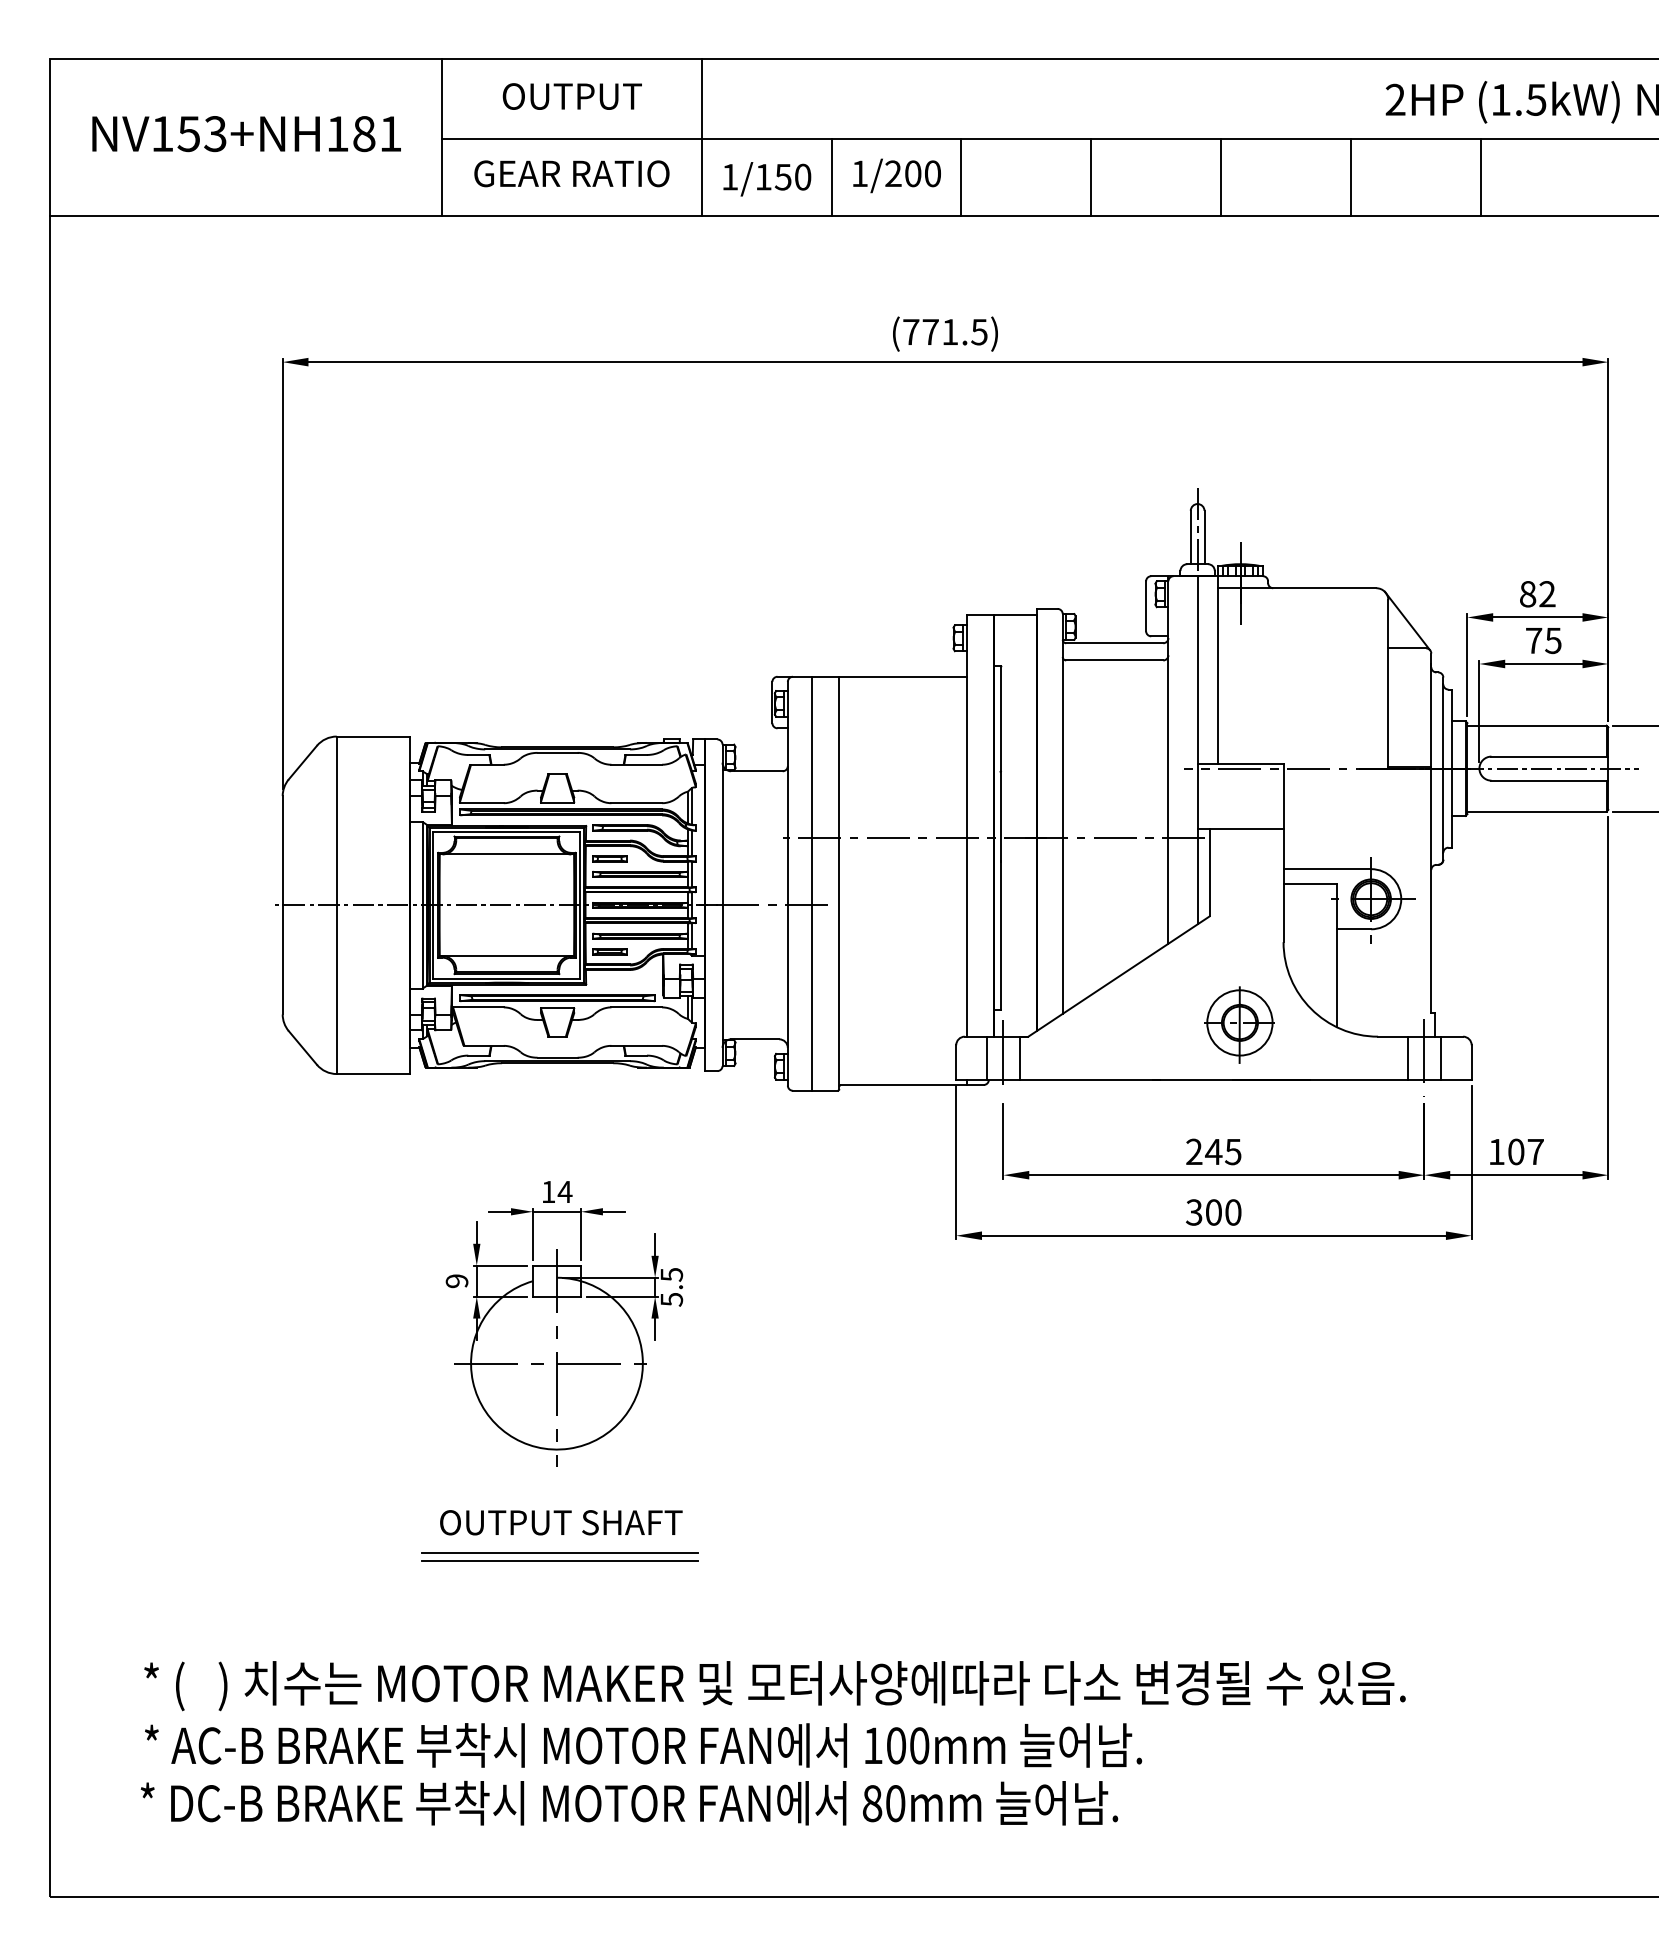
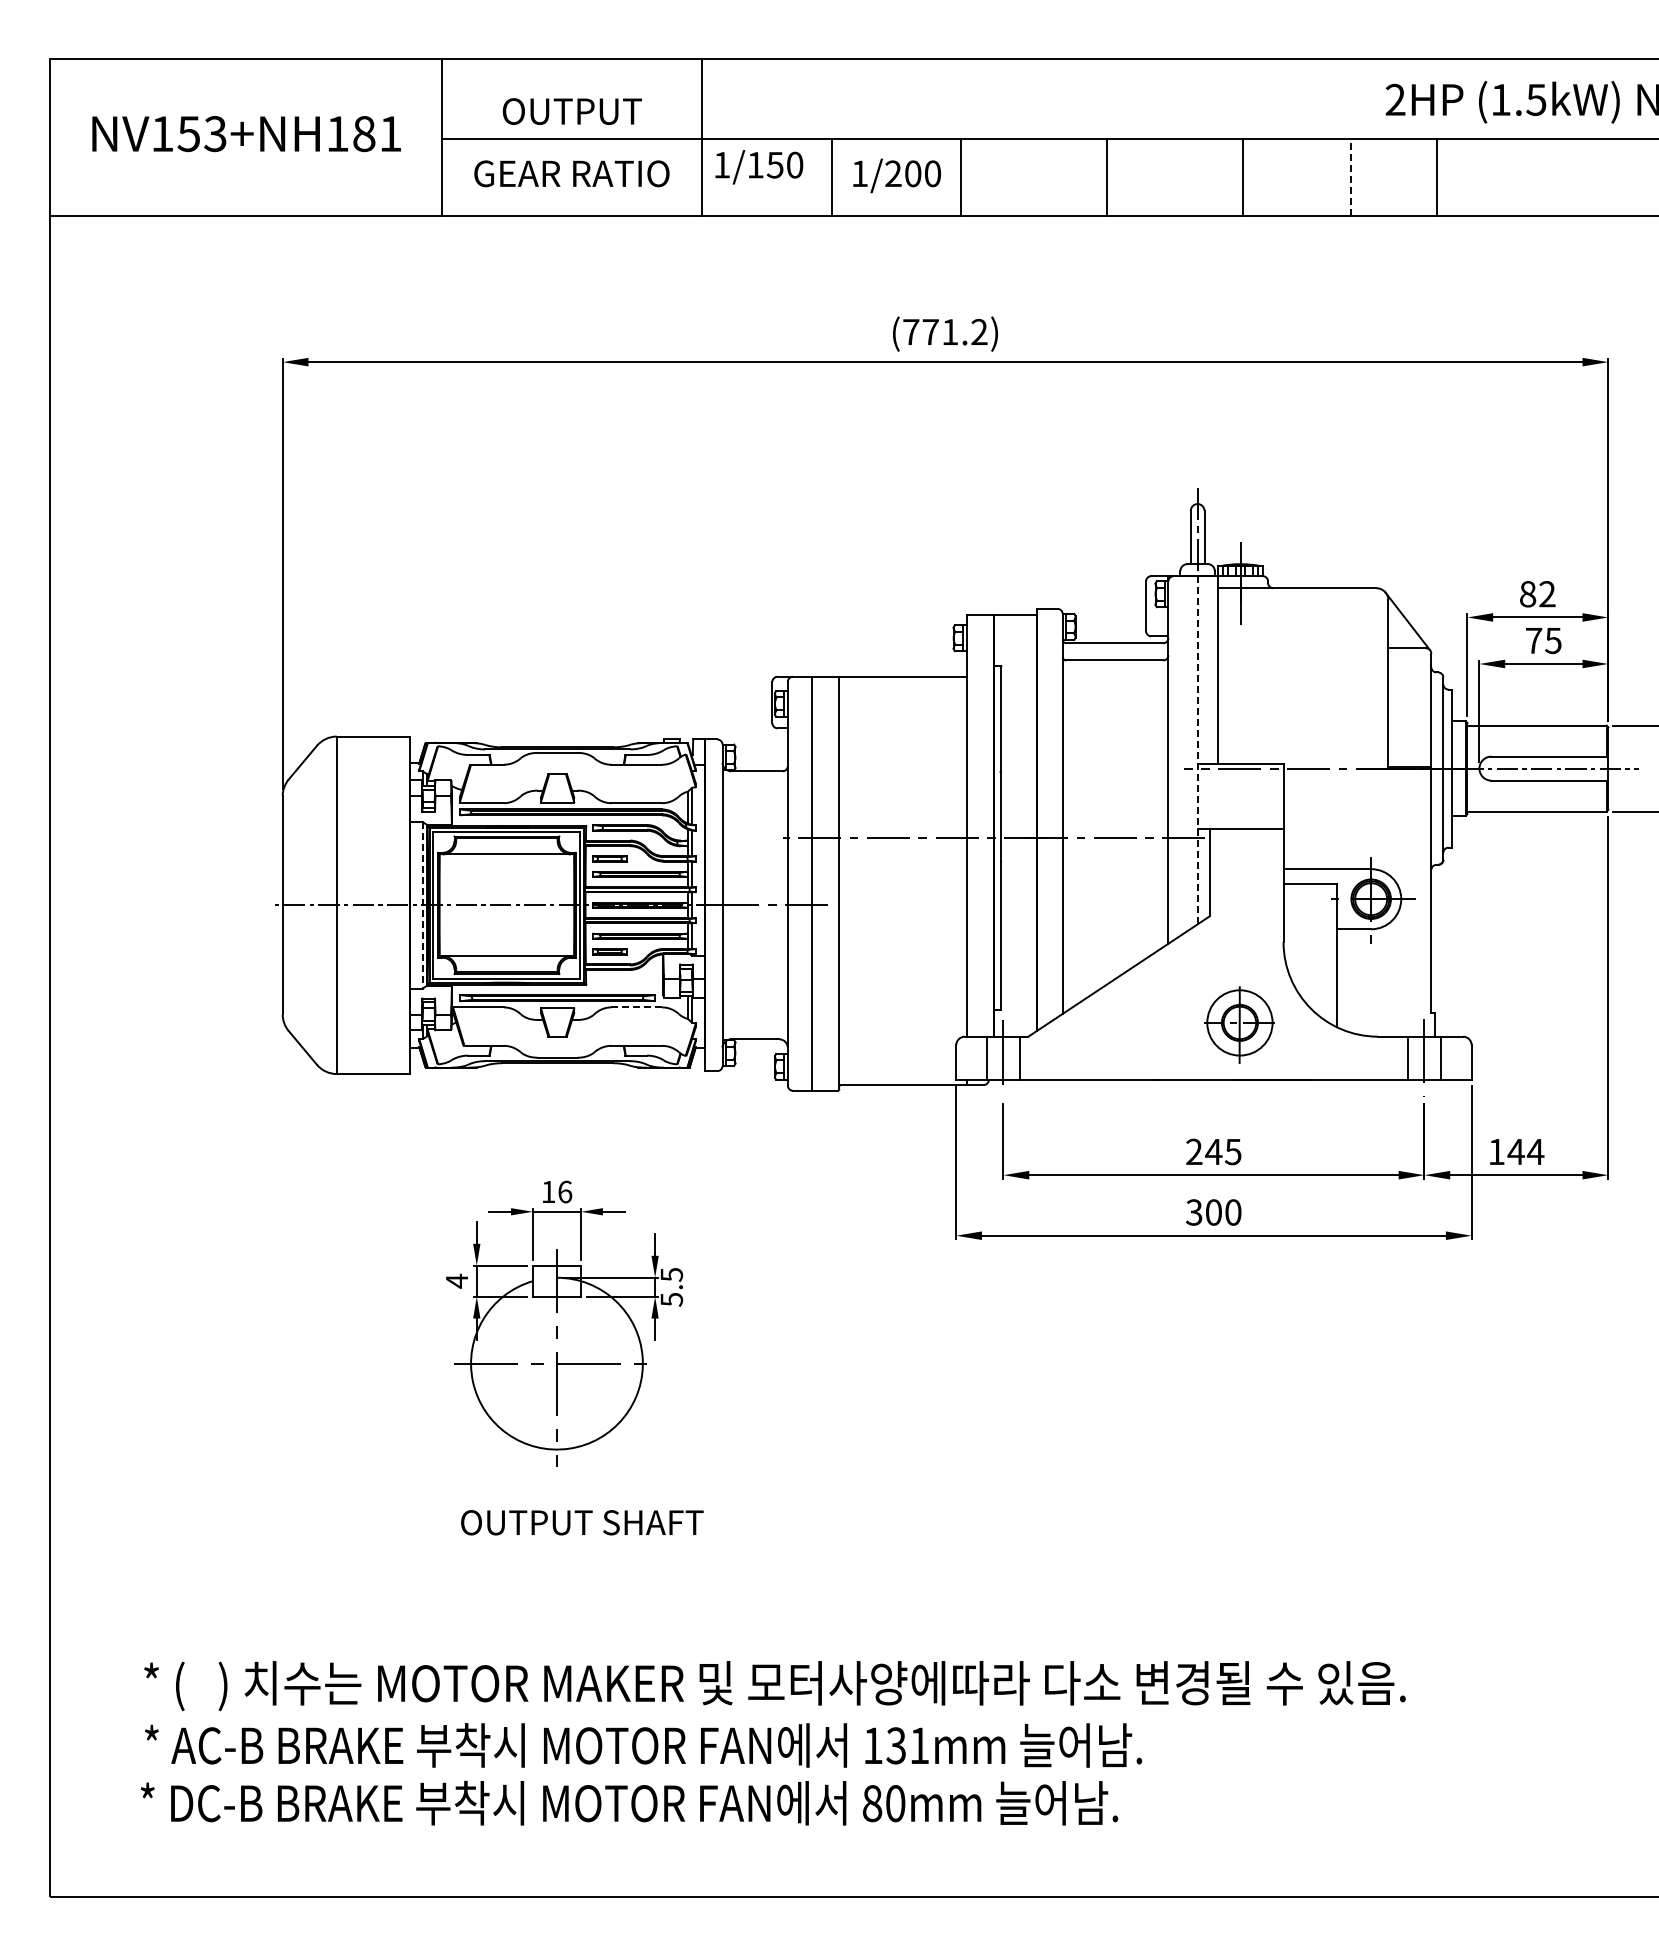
text at (571, 96) position: (571, 96) -> (571, 111)
line at (1091, 176) position: (1091, 176) -> (1107, 176)
line at (1221, 176) position: (1221, 176) -> (1243, 176)
line at (1480, 176) position: (1480, 176) -> (1436, 176)
line at (1350, 177): solid -> dashed
text at (767, 179) position: (767, 179) -> (759, 167)
text at (979, 331): (771.5) -> (771.2)
line at (1197, 750): solid -> dashed
line at (422, 905): solid -> dashed
line at (636, 1007): solid -> dashed
text at (1525, 1151): 107 -> 144
text at (564, 1191): 14 -> 16
text at (456, 1280): 9 -> 4
text at (561, 1522) position: (561, 1522) -> (582, 1522)
part at (559, 1556): present -> none
text at (907, 1745): 100mm -> 131mm
